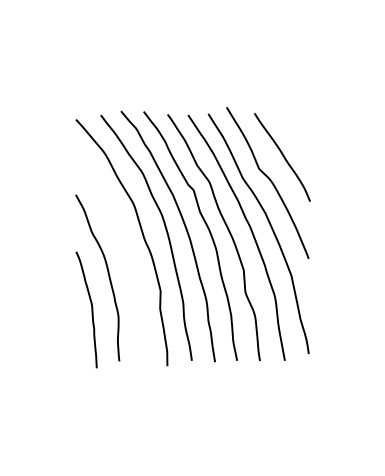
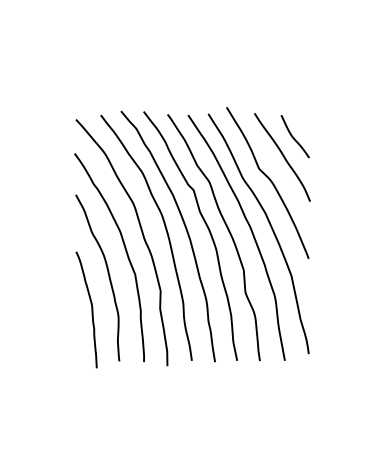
curve at (293, 136): none -> present
curve at (125, 251): none -> present
